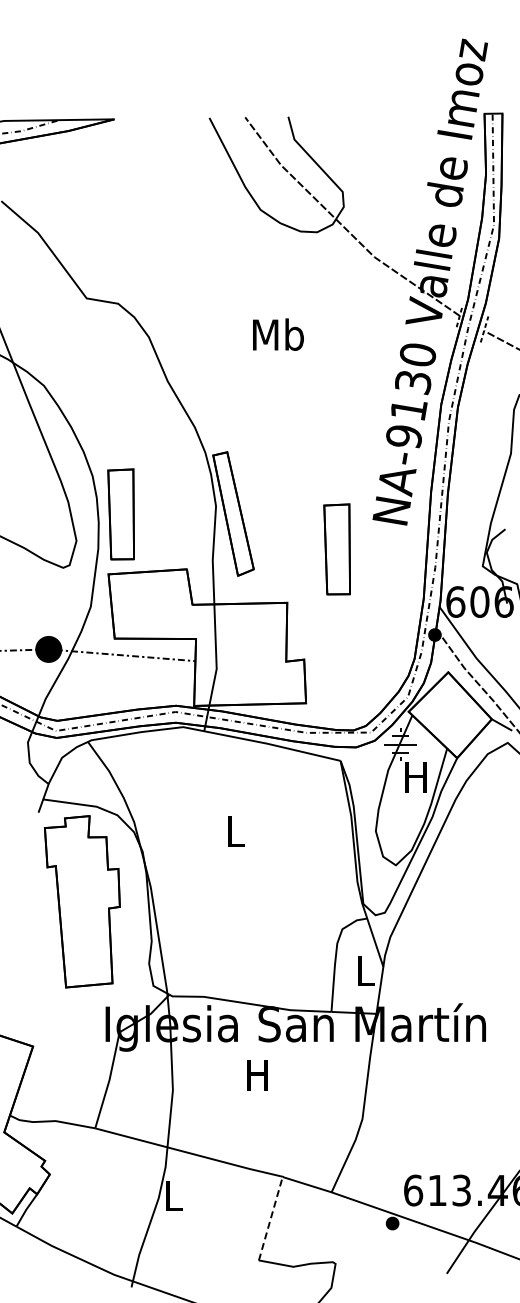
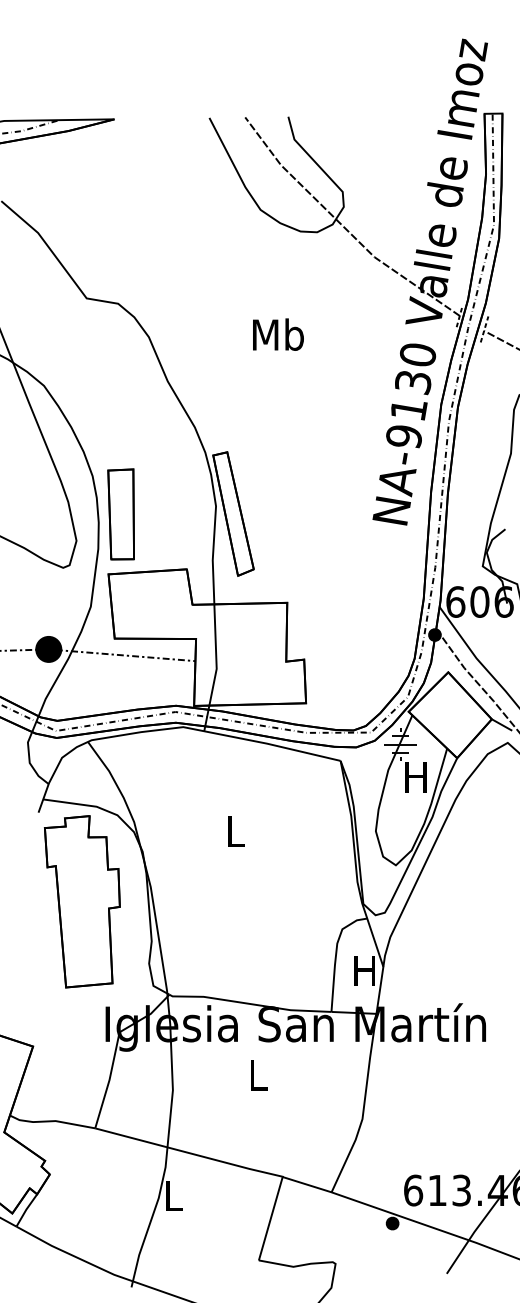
part at (336, 549): present -> none
text at (364, 970): L -> H
text at (257, 1075): H -> L
line at (270, 1218): dashed -> solid
